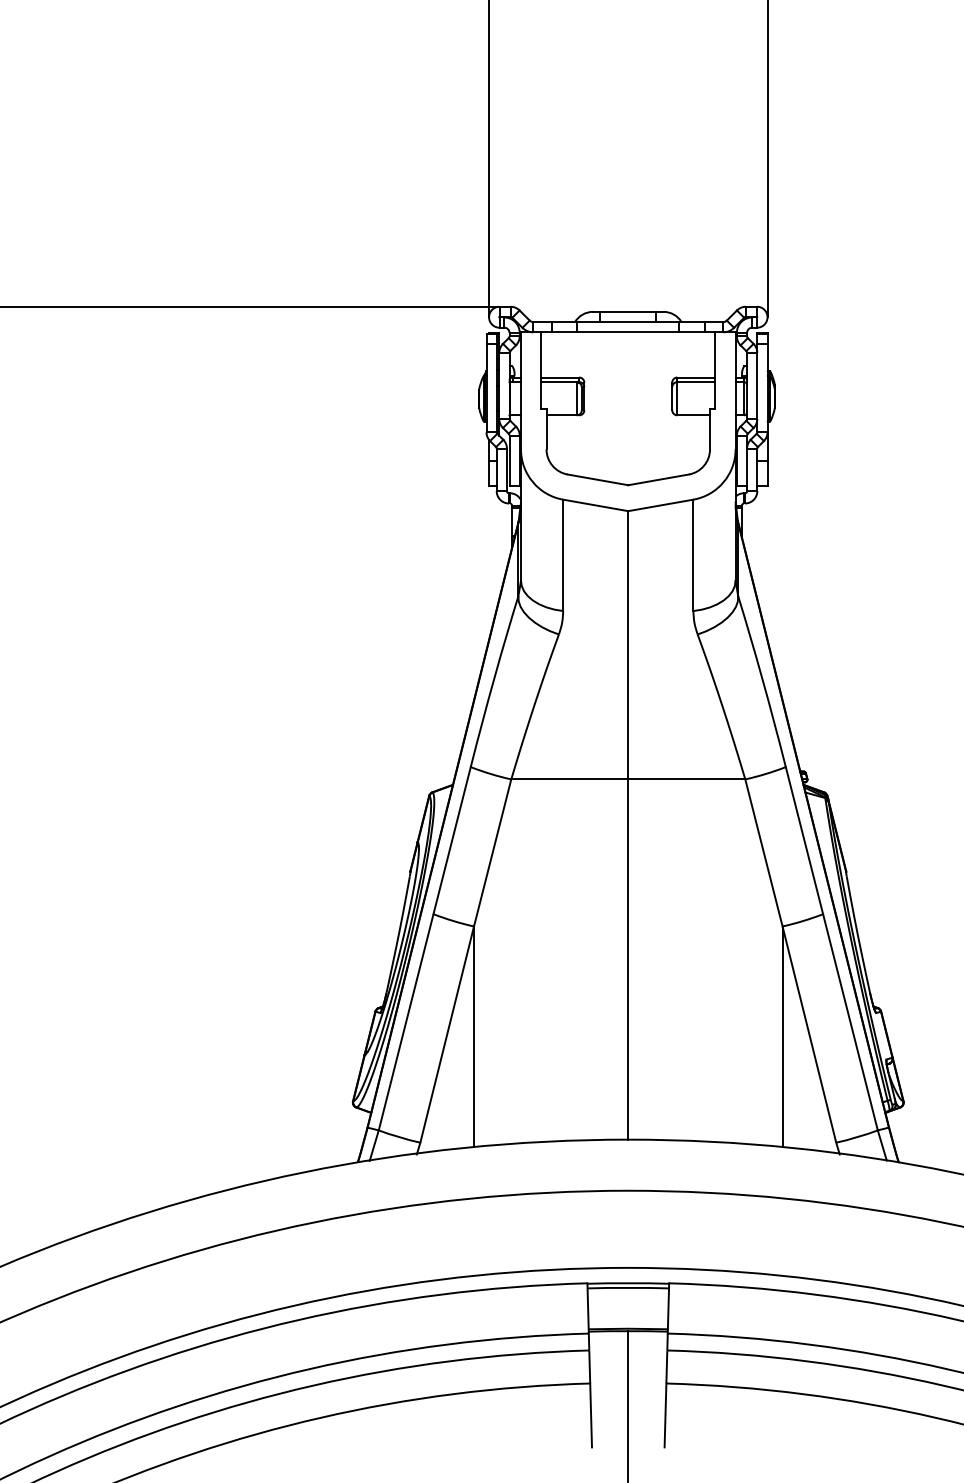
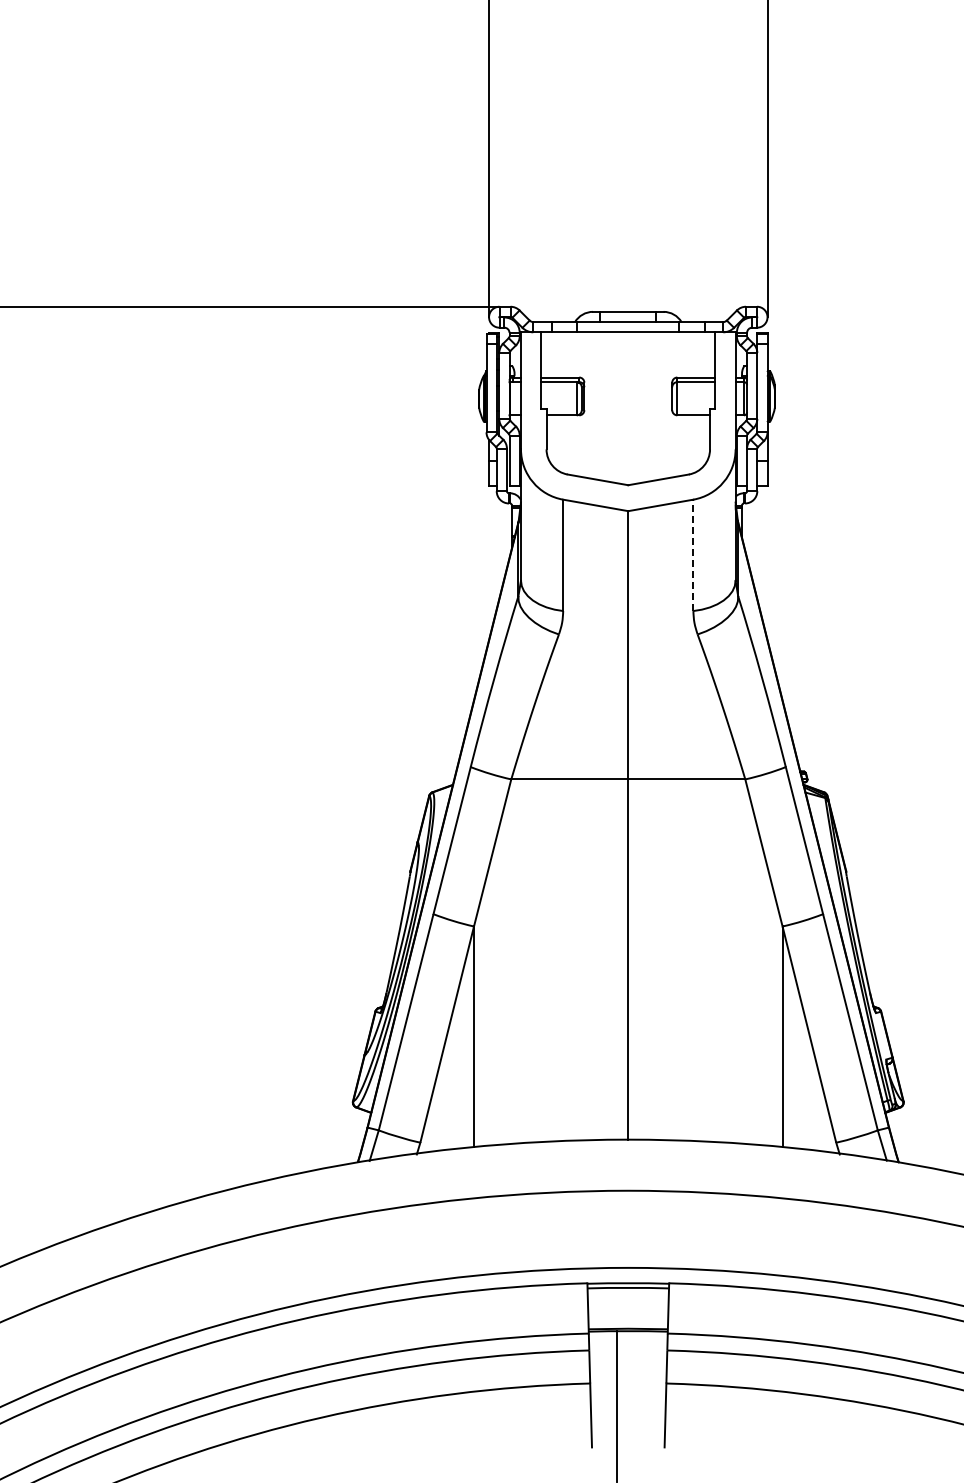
line at (693, 555): solid -> dashed
line at (628, 1405) position: (628, 1405) -> (617, 1405)
